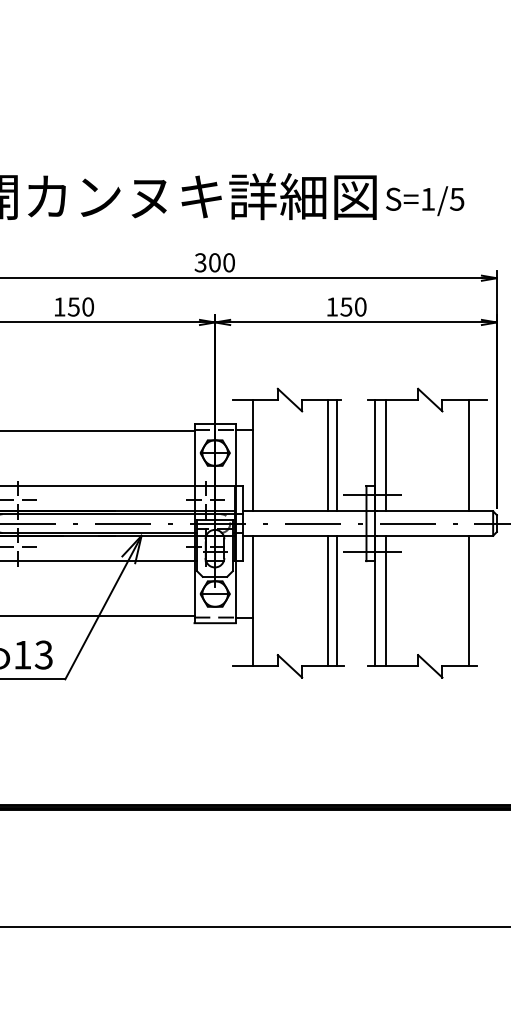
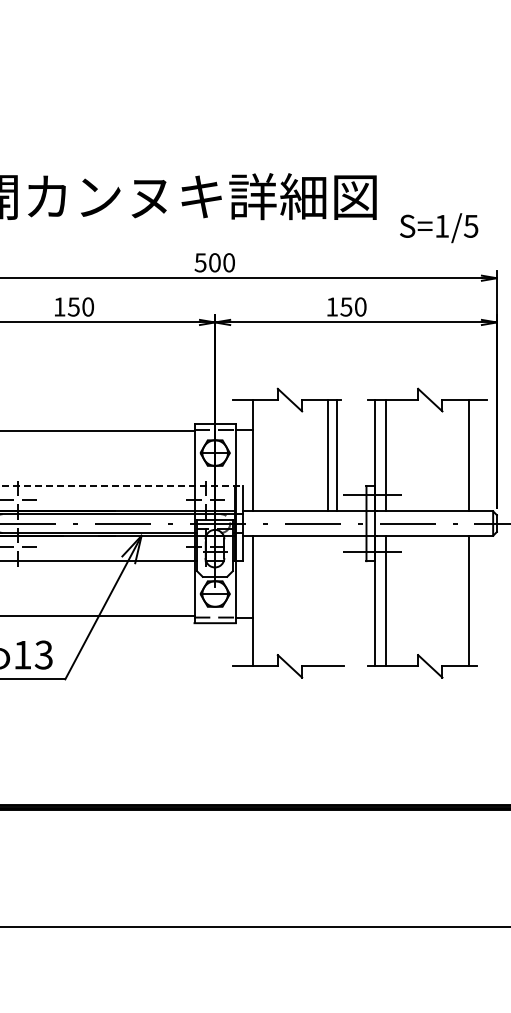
text at (425, 201) position: (425, 201) -> (439, 228)
text at (200, 262): 300 -> 500
line at (121, 485): solid -> dashed
line at (327, 600): present -> none
line at (337, 600): present -> none
